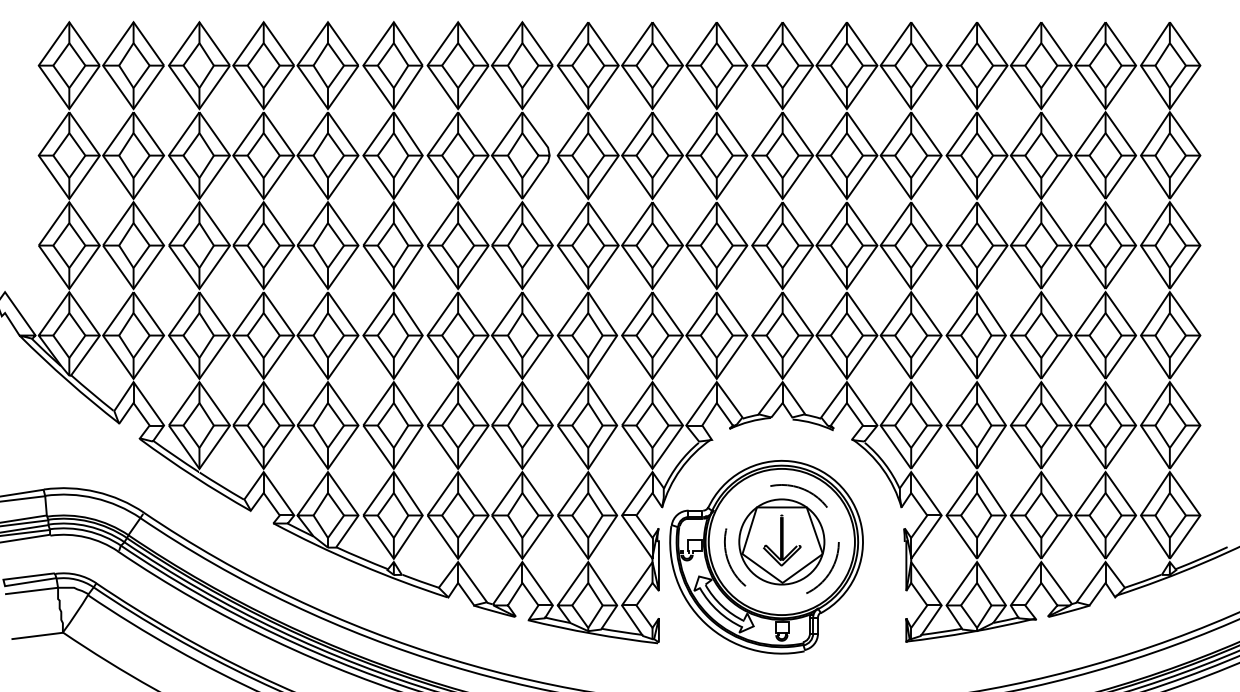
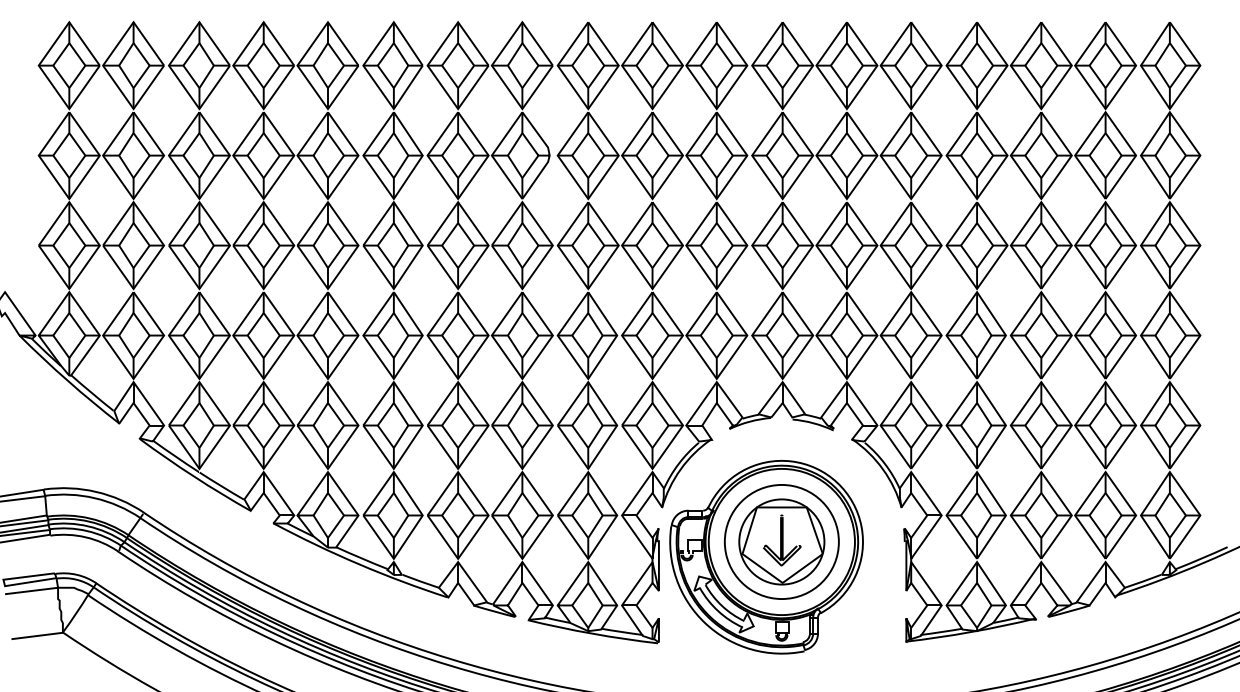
circle at (781, 541): dashed -> solid
